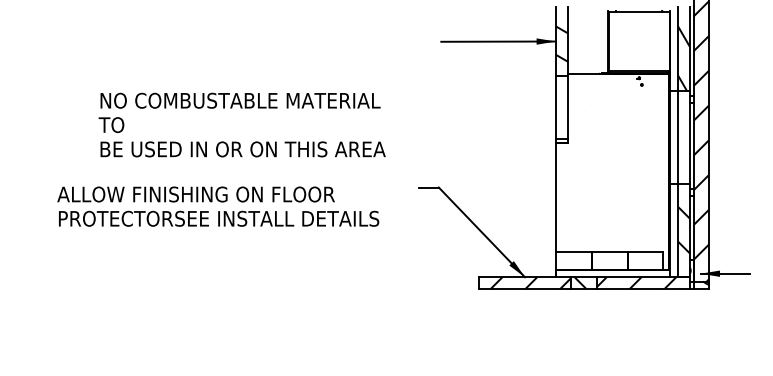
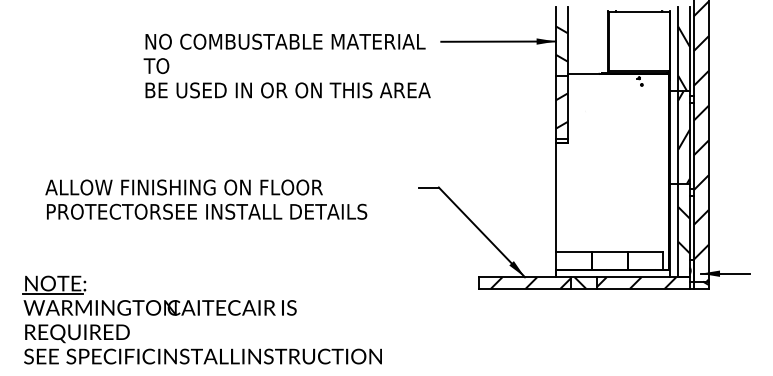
hatch at (561, 110): none -> present
text at (241, 124) position: (241, 124) -> (286, 65)
hatch at (683, 137): none -> present
text at (218, 206) position: (218, 206) -> (206, 199)
part at (201, 319): none -> present
